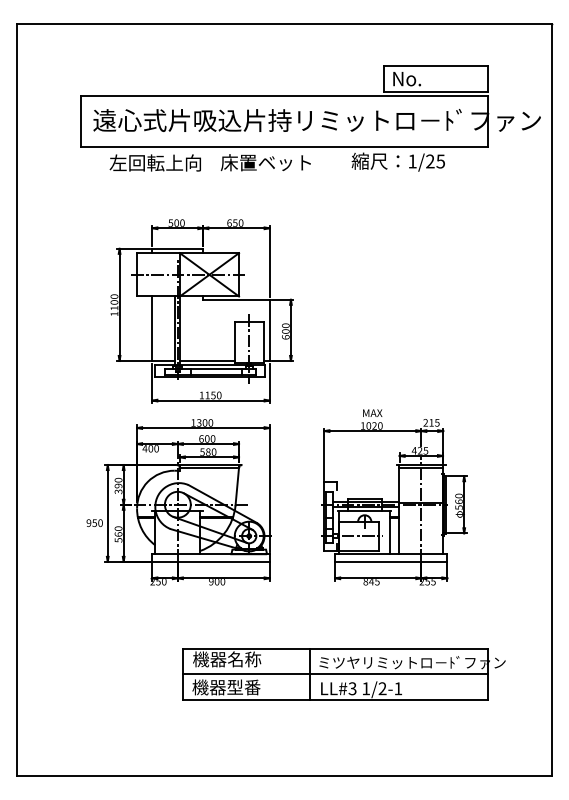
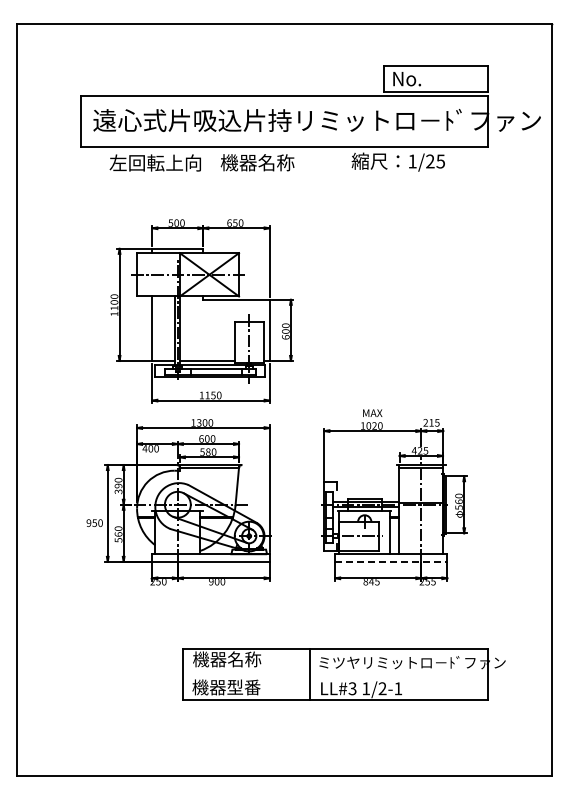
text at (265, 162): 床置ベット -> 機器名称
line at (391, 561): solid -> dashed
line at (335, 674): present -> none
